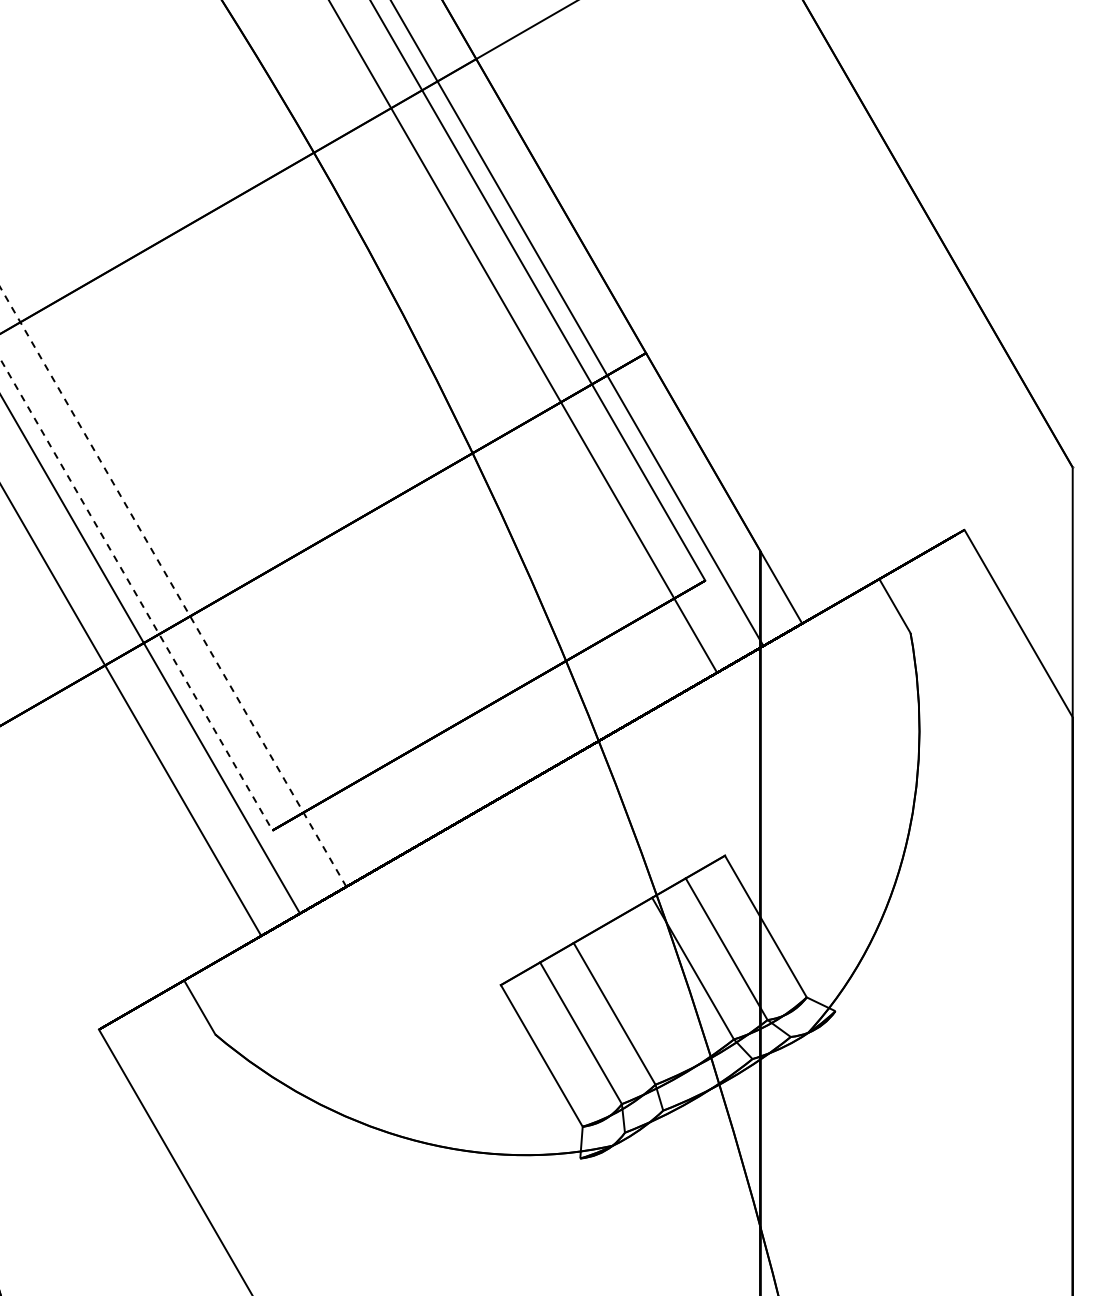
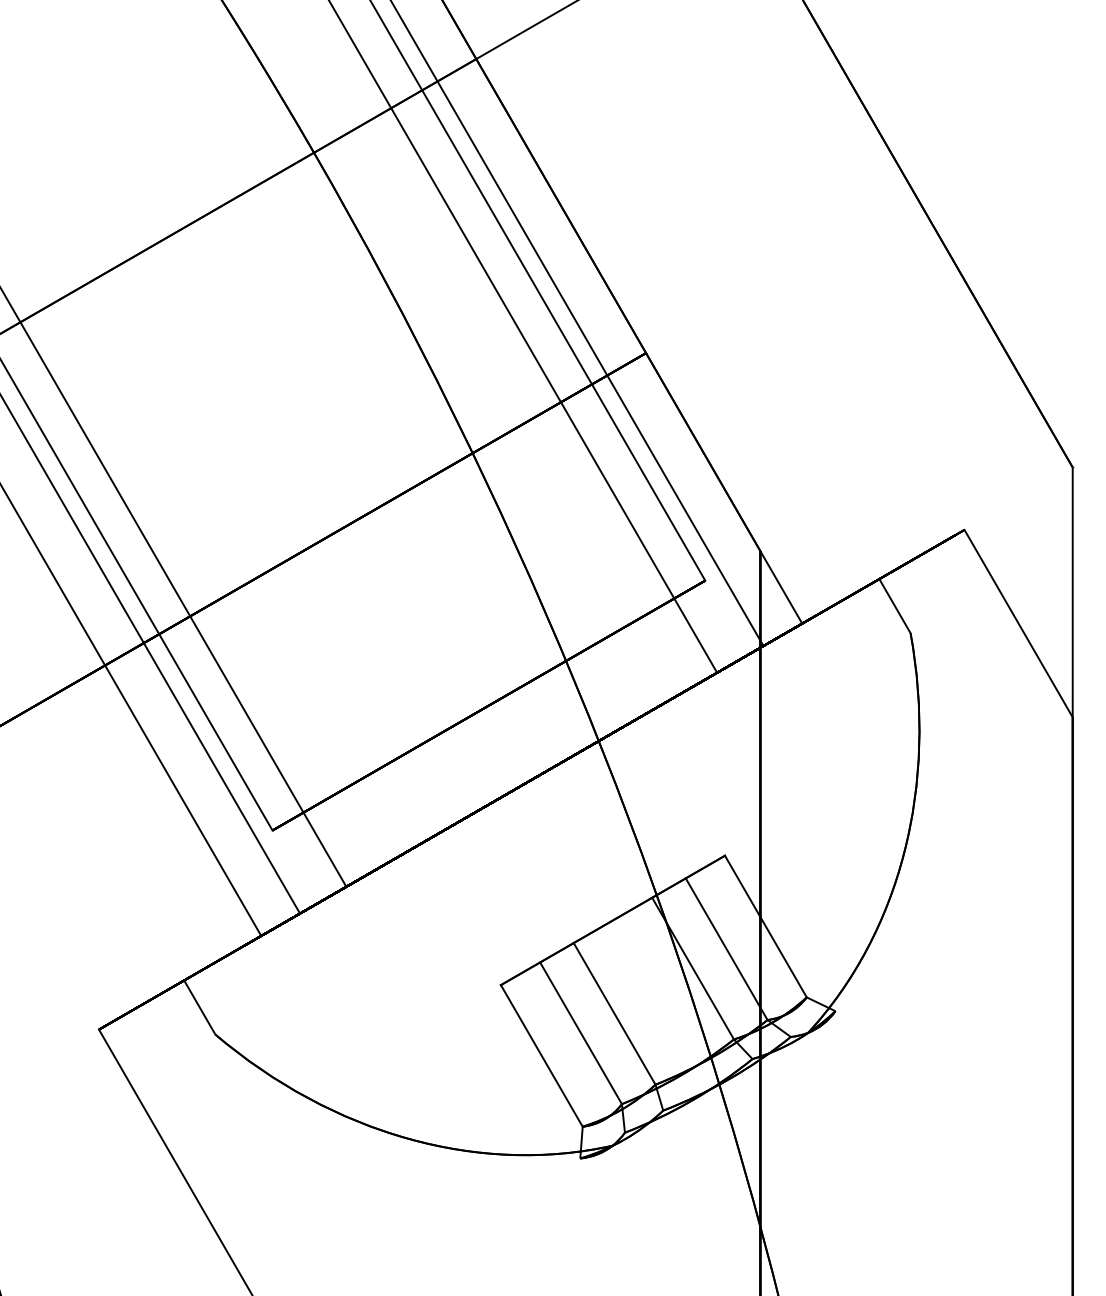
line at (173, 587): dashed -> solid
line at (136, 595): dashed -> solid
